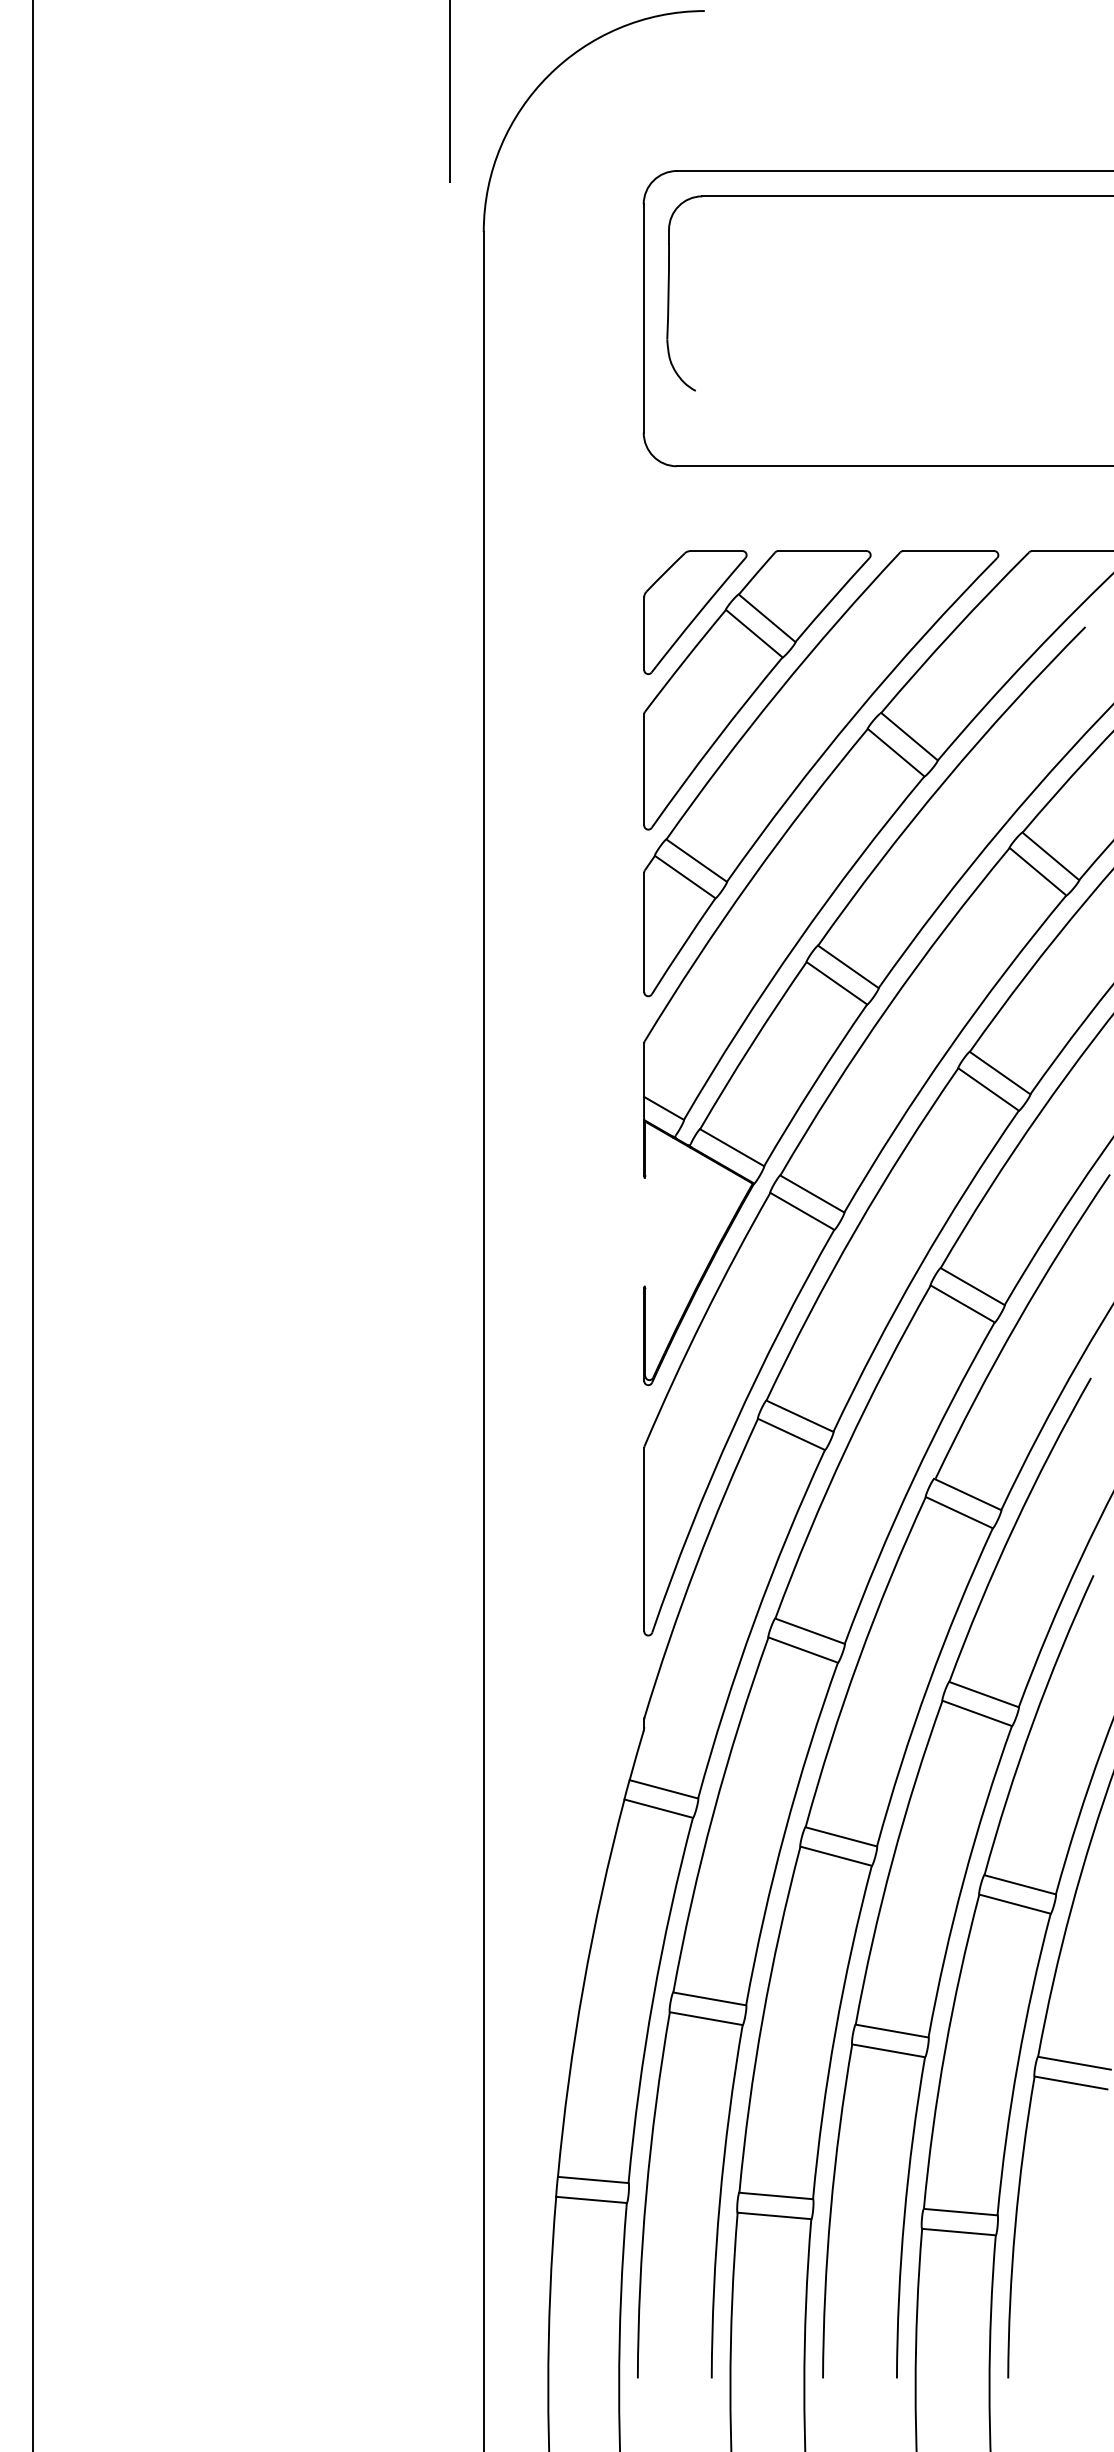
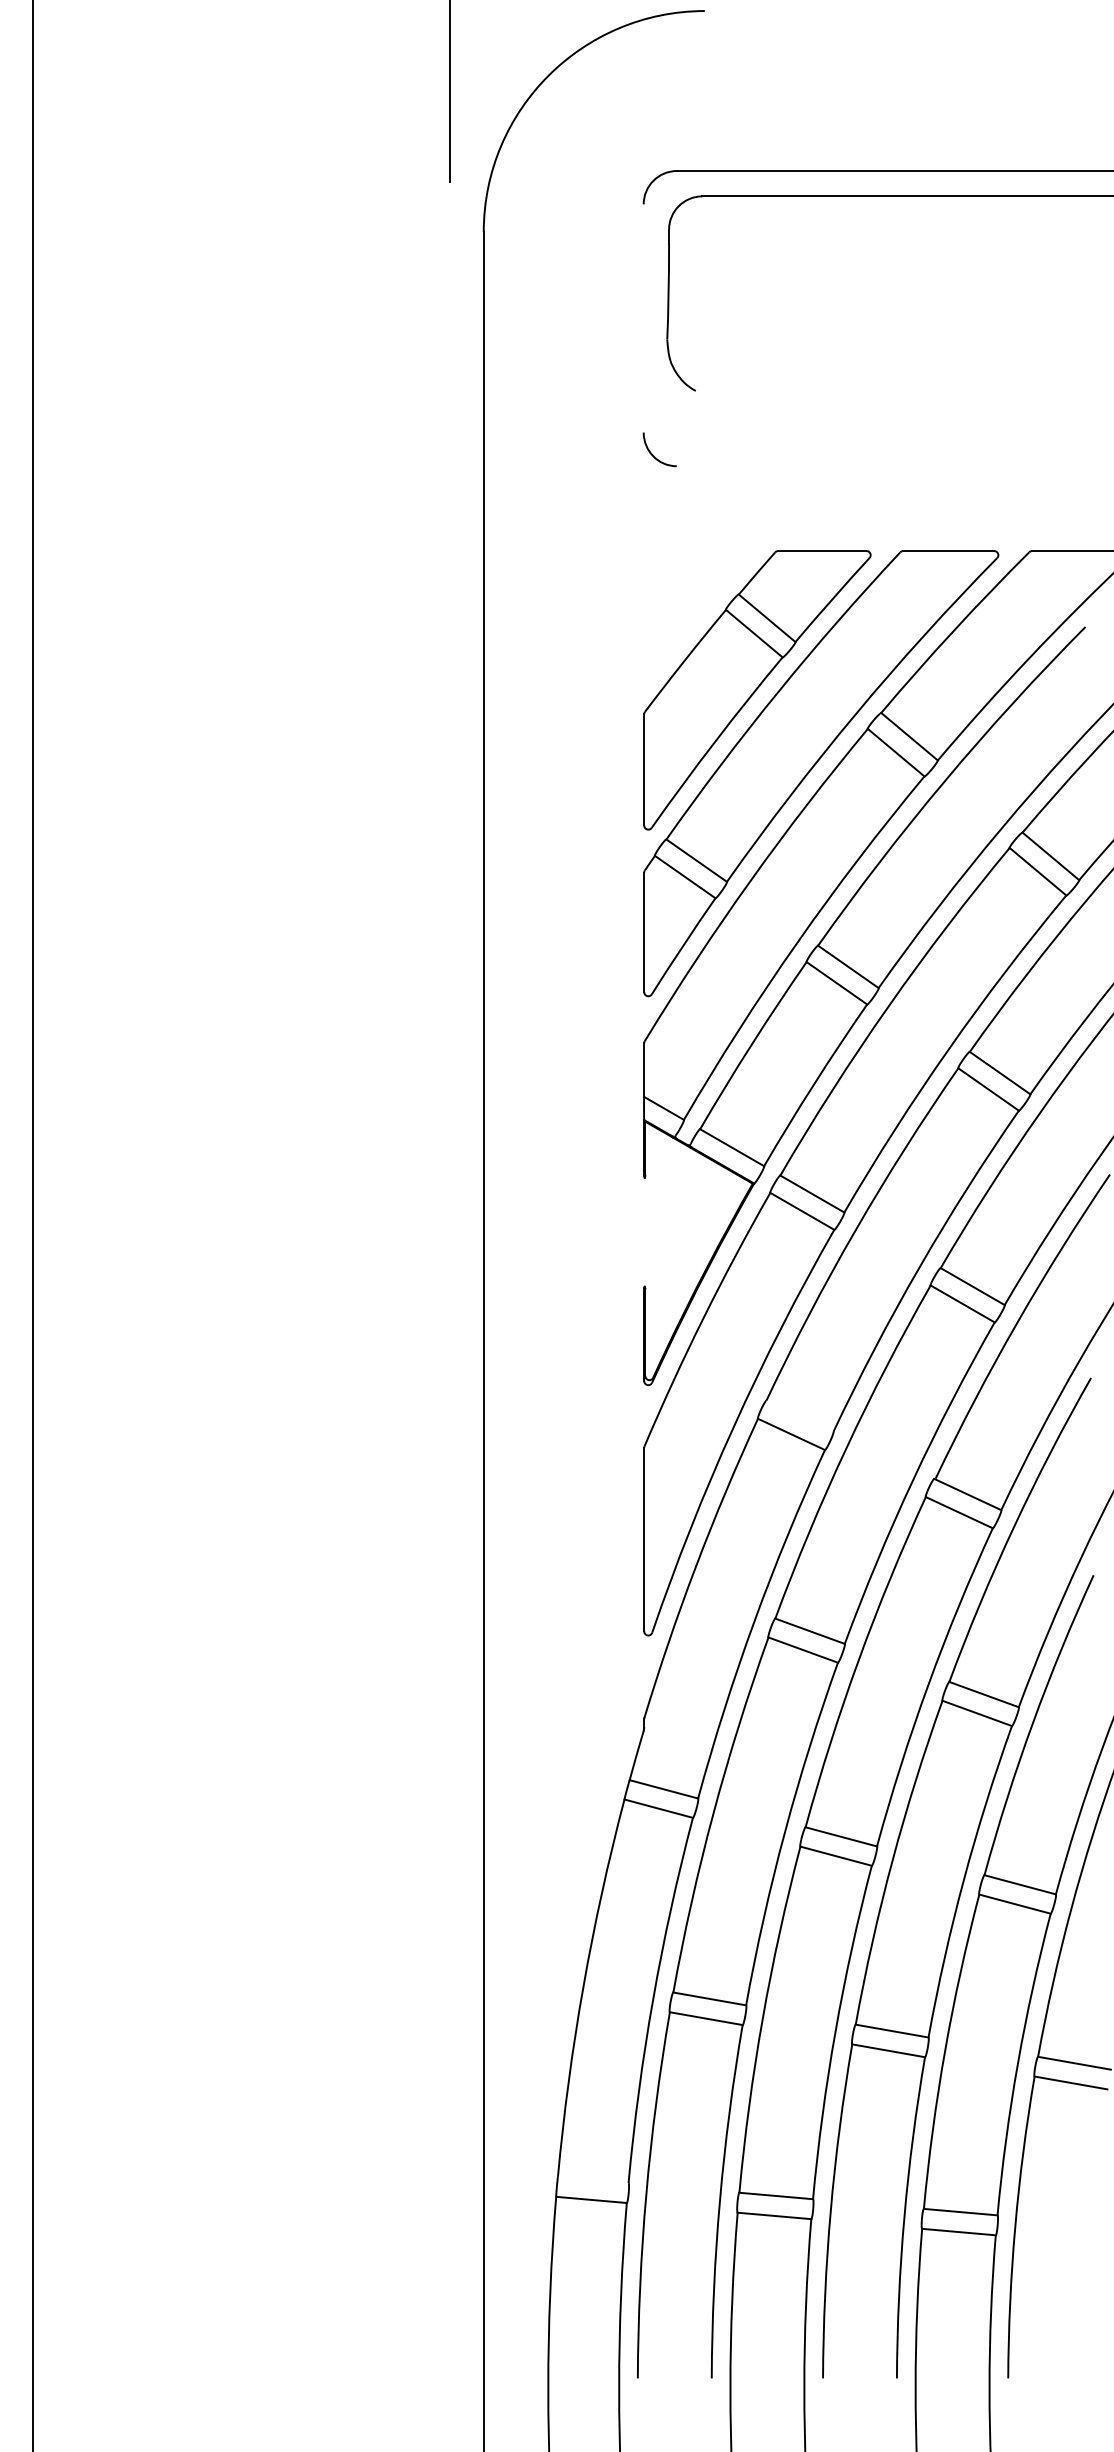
line at (643, 318): present -> none
line at (893, 466): present -> none
part at (695, 612): present -> none
line at (799, 1415): present -> none
line at (592, 2179): present -> none
